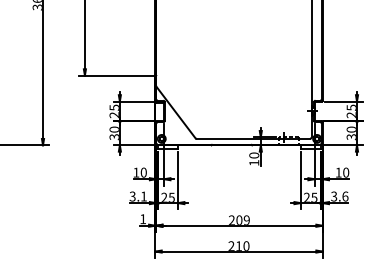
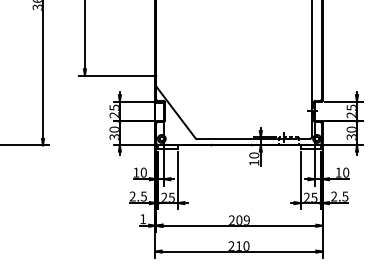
text at (137, 196): 3.1 -> 2.5
text at (339, 196): 3.6 -> 2.5
